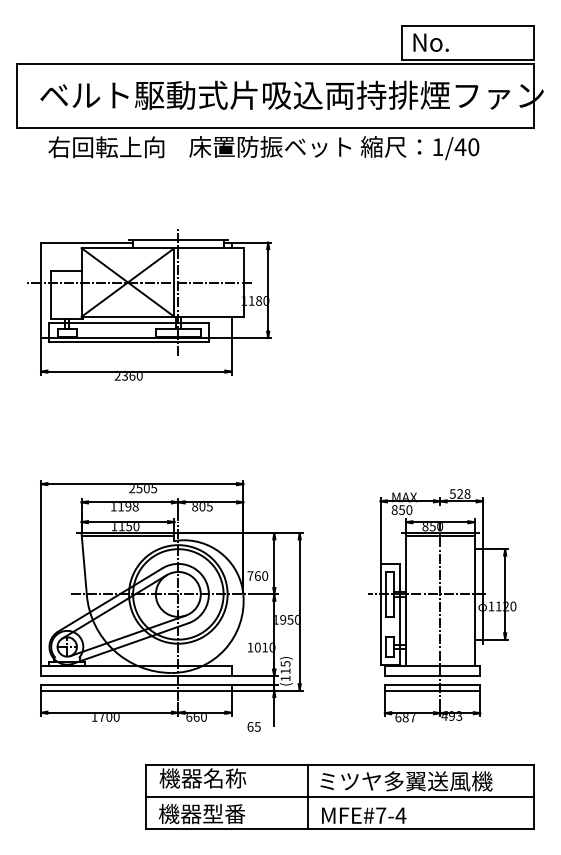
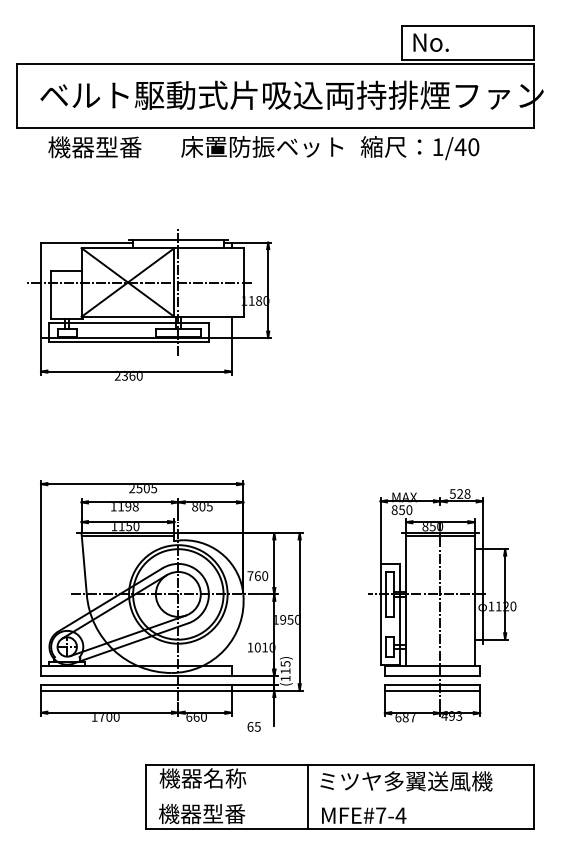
text at (269, 146) position: (269, 146) -> (261, 146)
text at (106, 147): 右回転上向 -> 機器型番
line at (340, 797): present -> none
